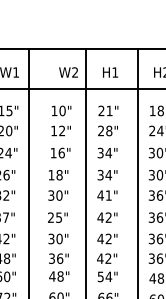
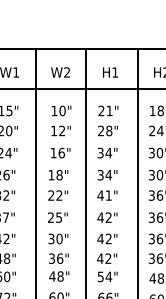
text at (68, 72) position: (68, 72) -> (60, 72)
line at (29, 171) position: (29, 171) -> (36, 171)
text at (55, 195): 30" -> 22"
